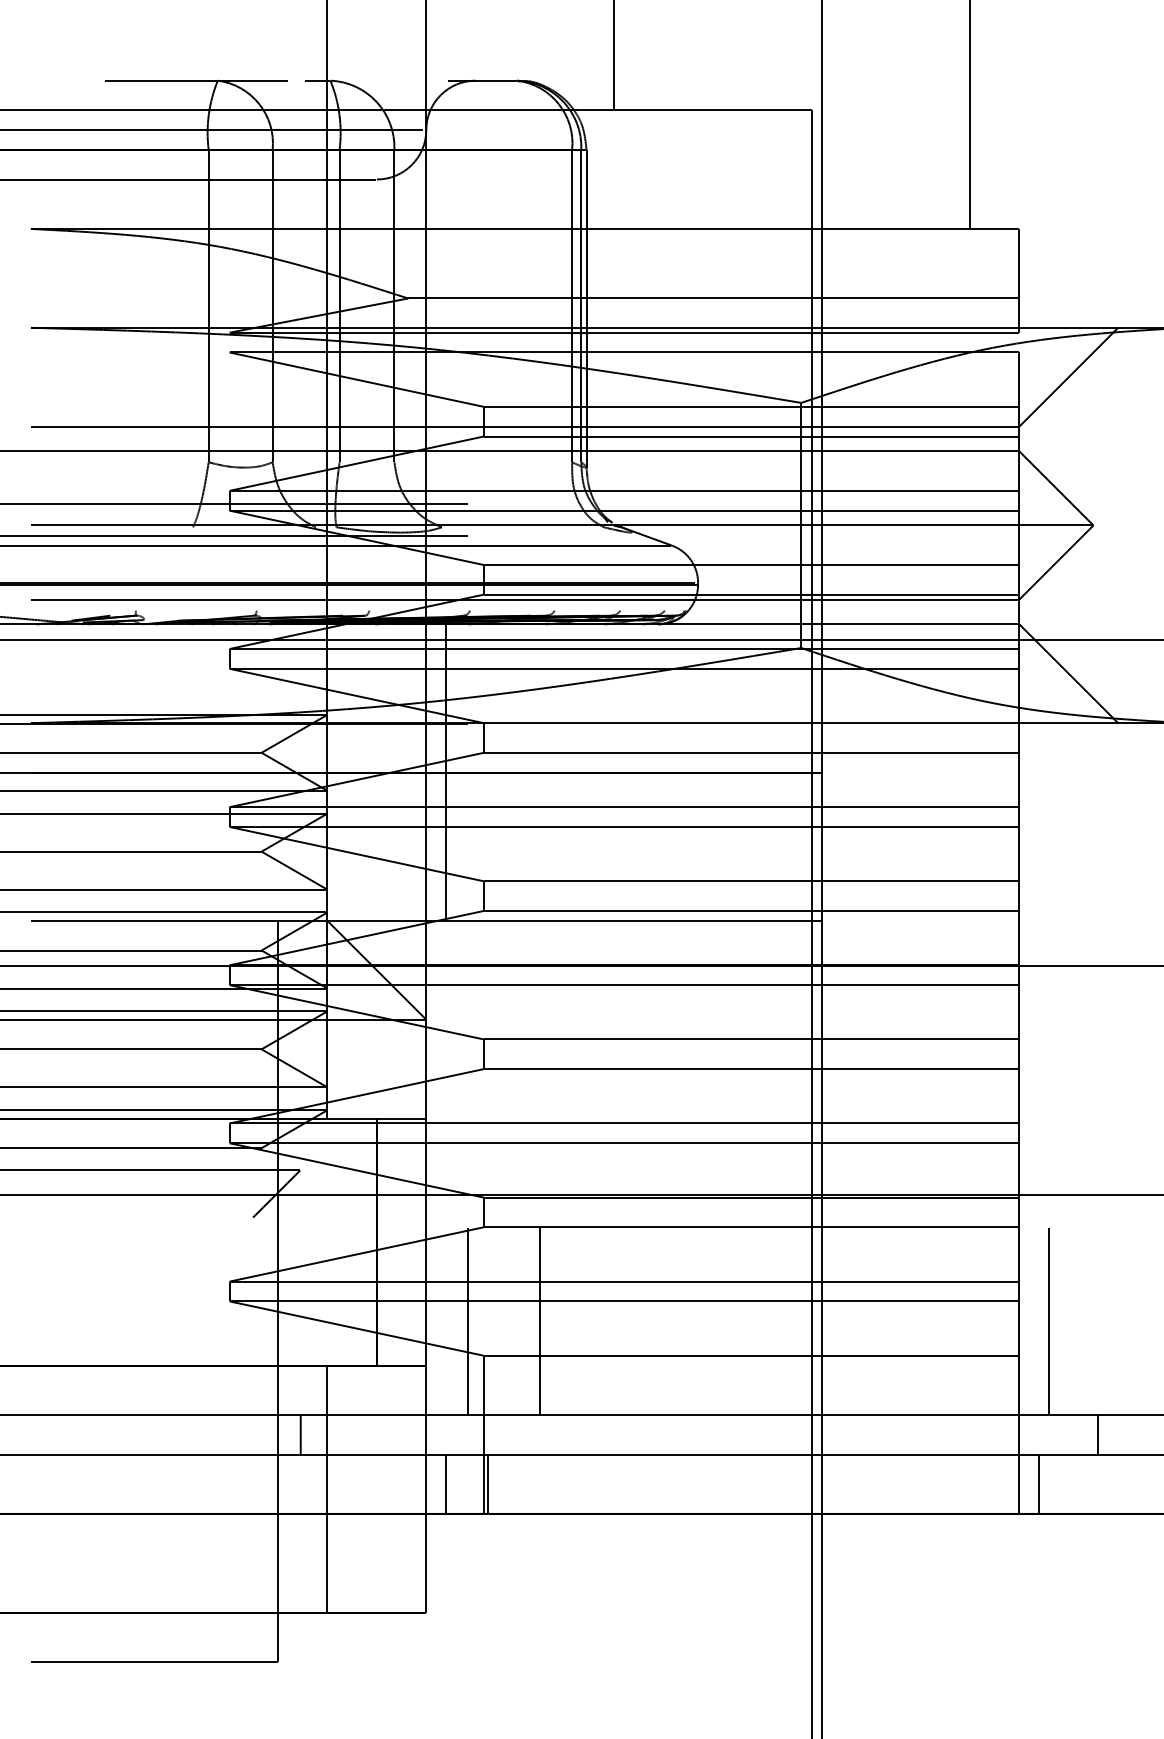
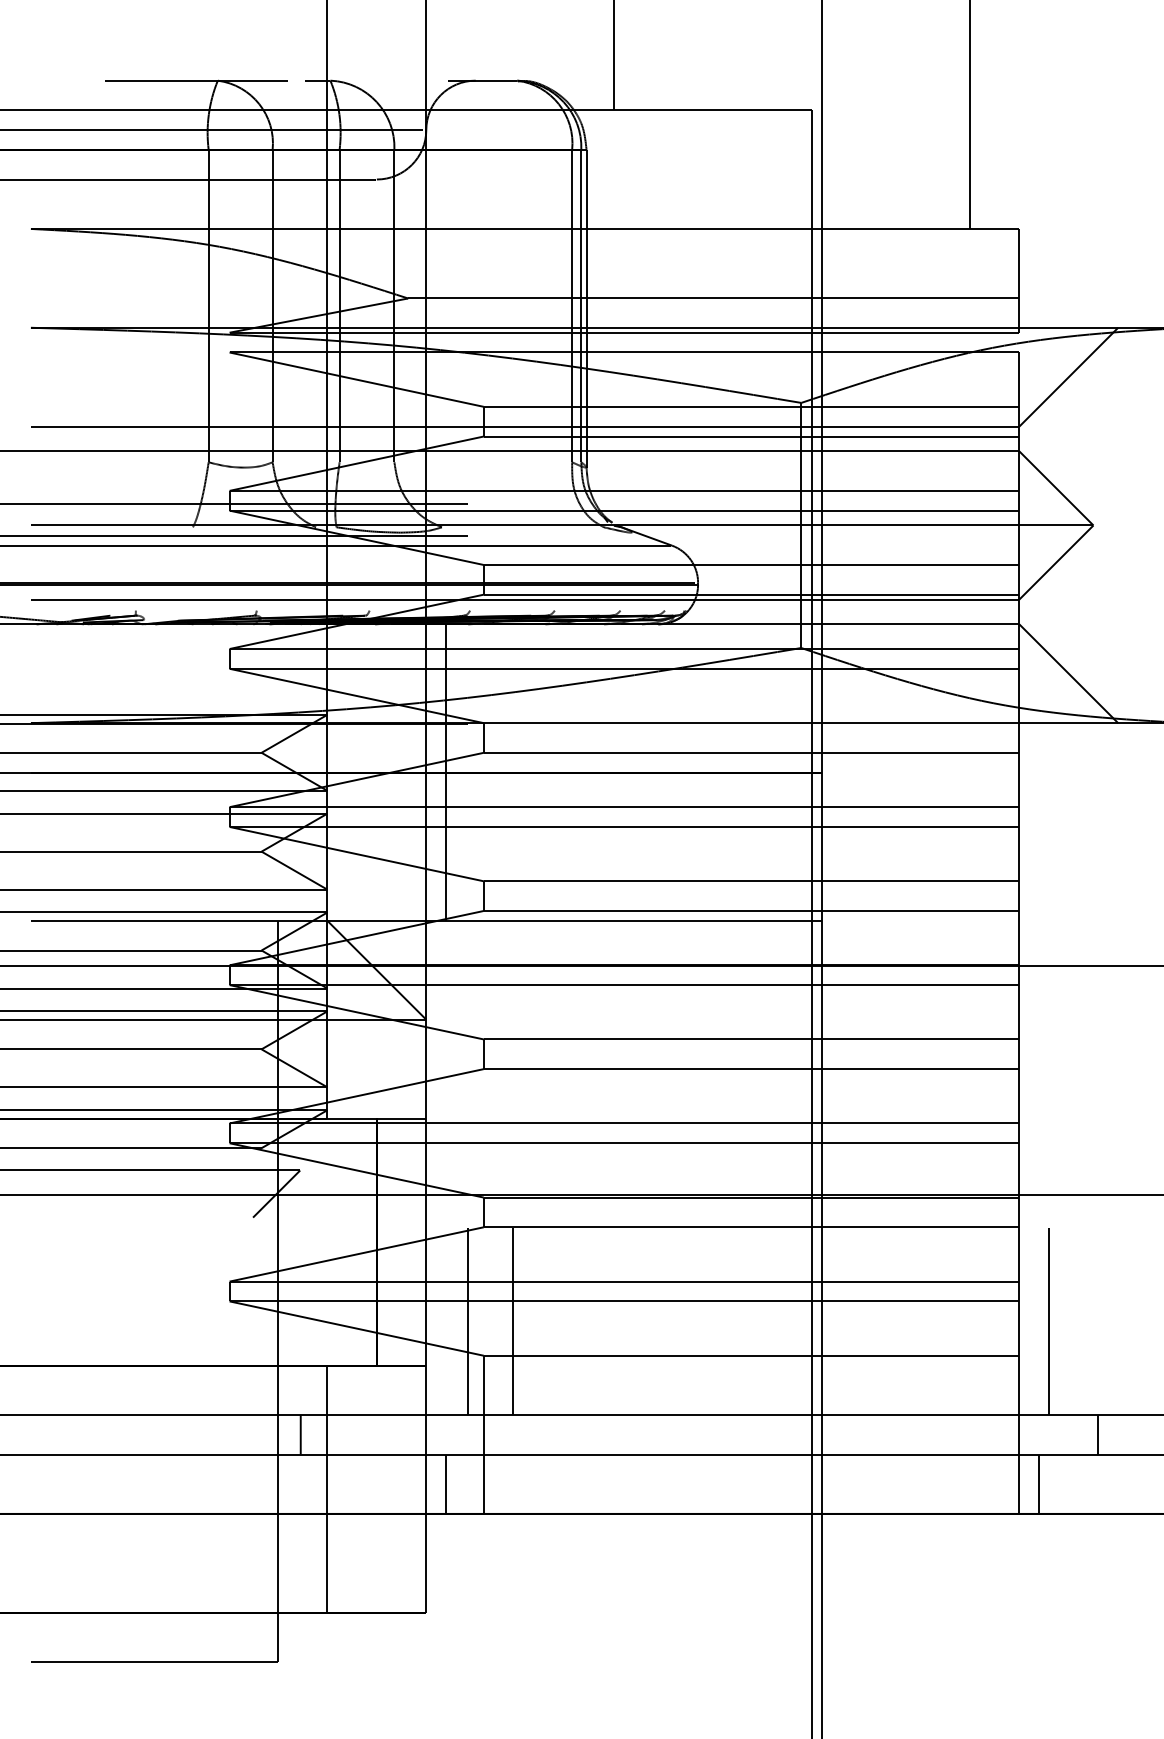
line at (581, 640): present -> none
line at (539, 1321) position: (539, 1321) -> (512, 1321)
line at (488, 1483): present -> none
